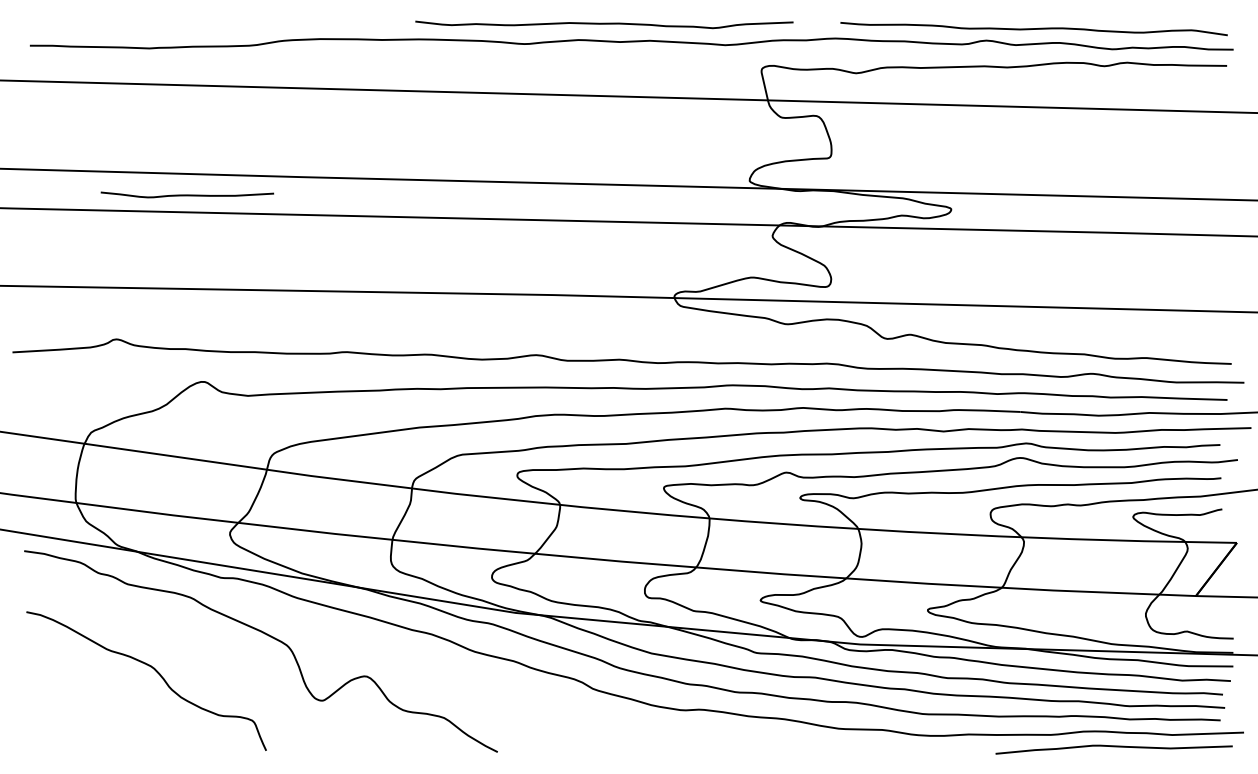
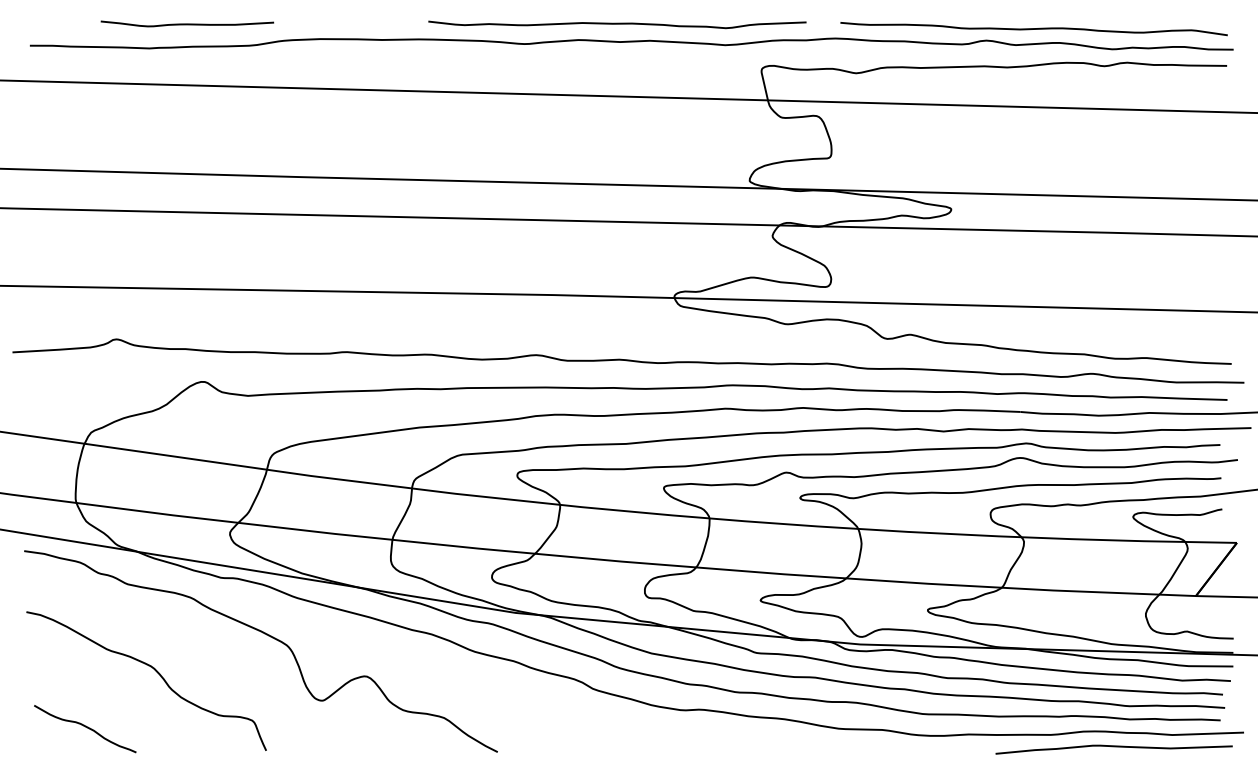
curve at (604, 24) position: (604, 24) -> (617, 24)
curve at (187, 194) position: (187, 194) -> (187, 23)
curve at (85, 727): none -> present
